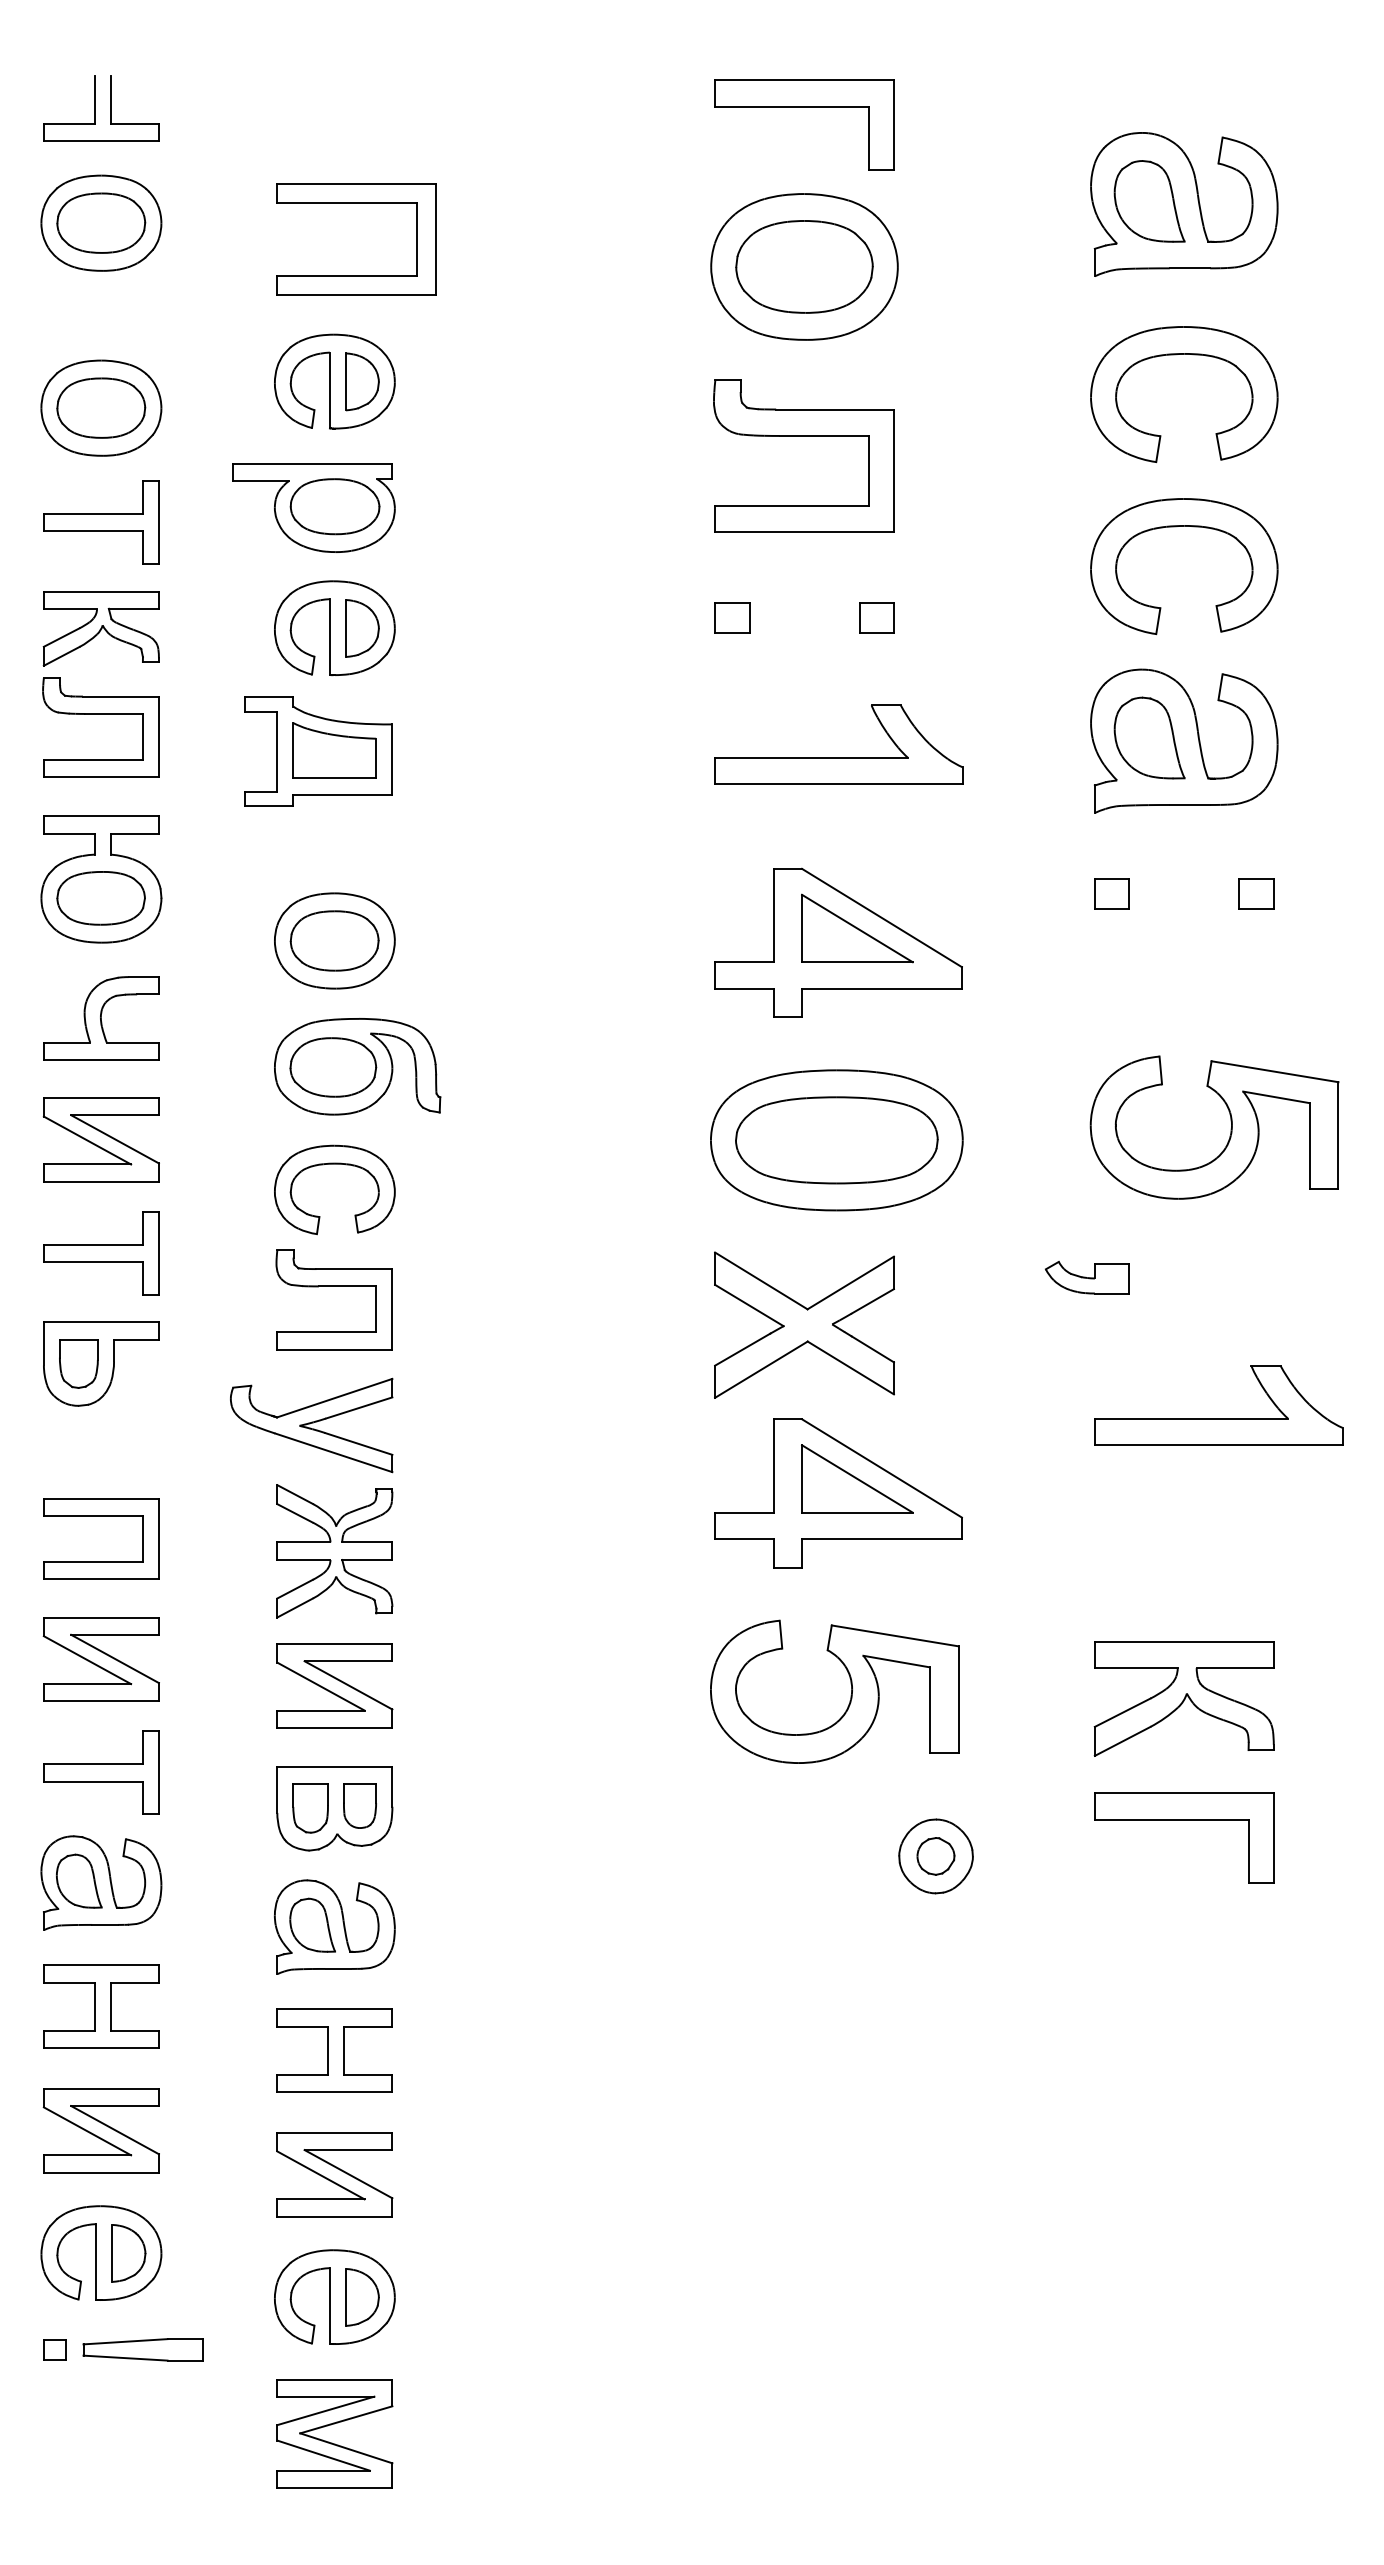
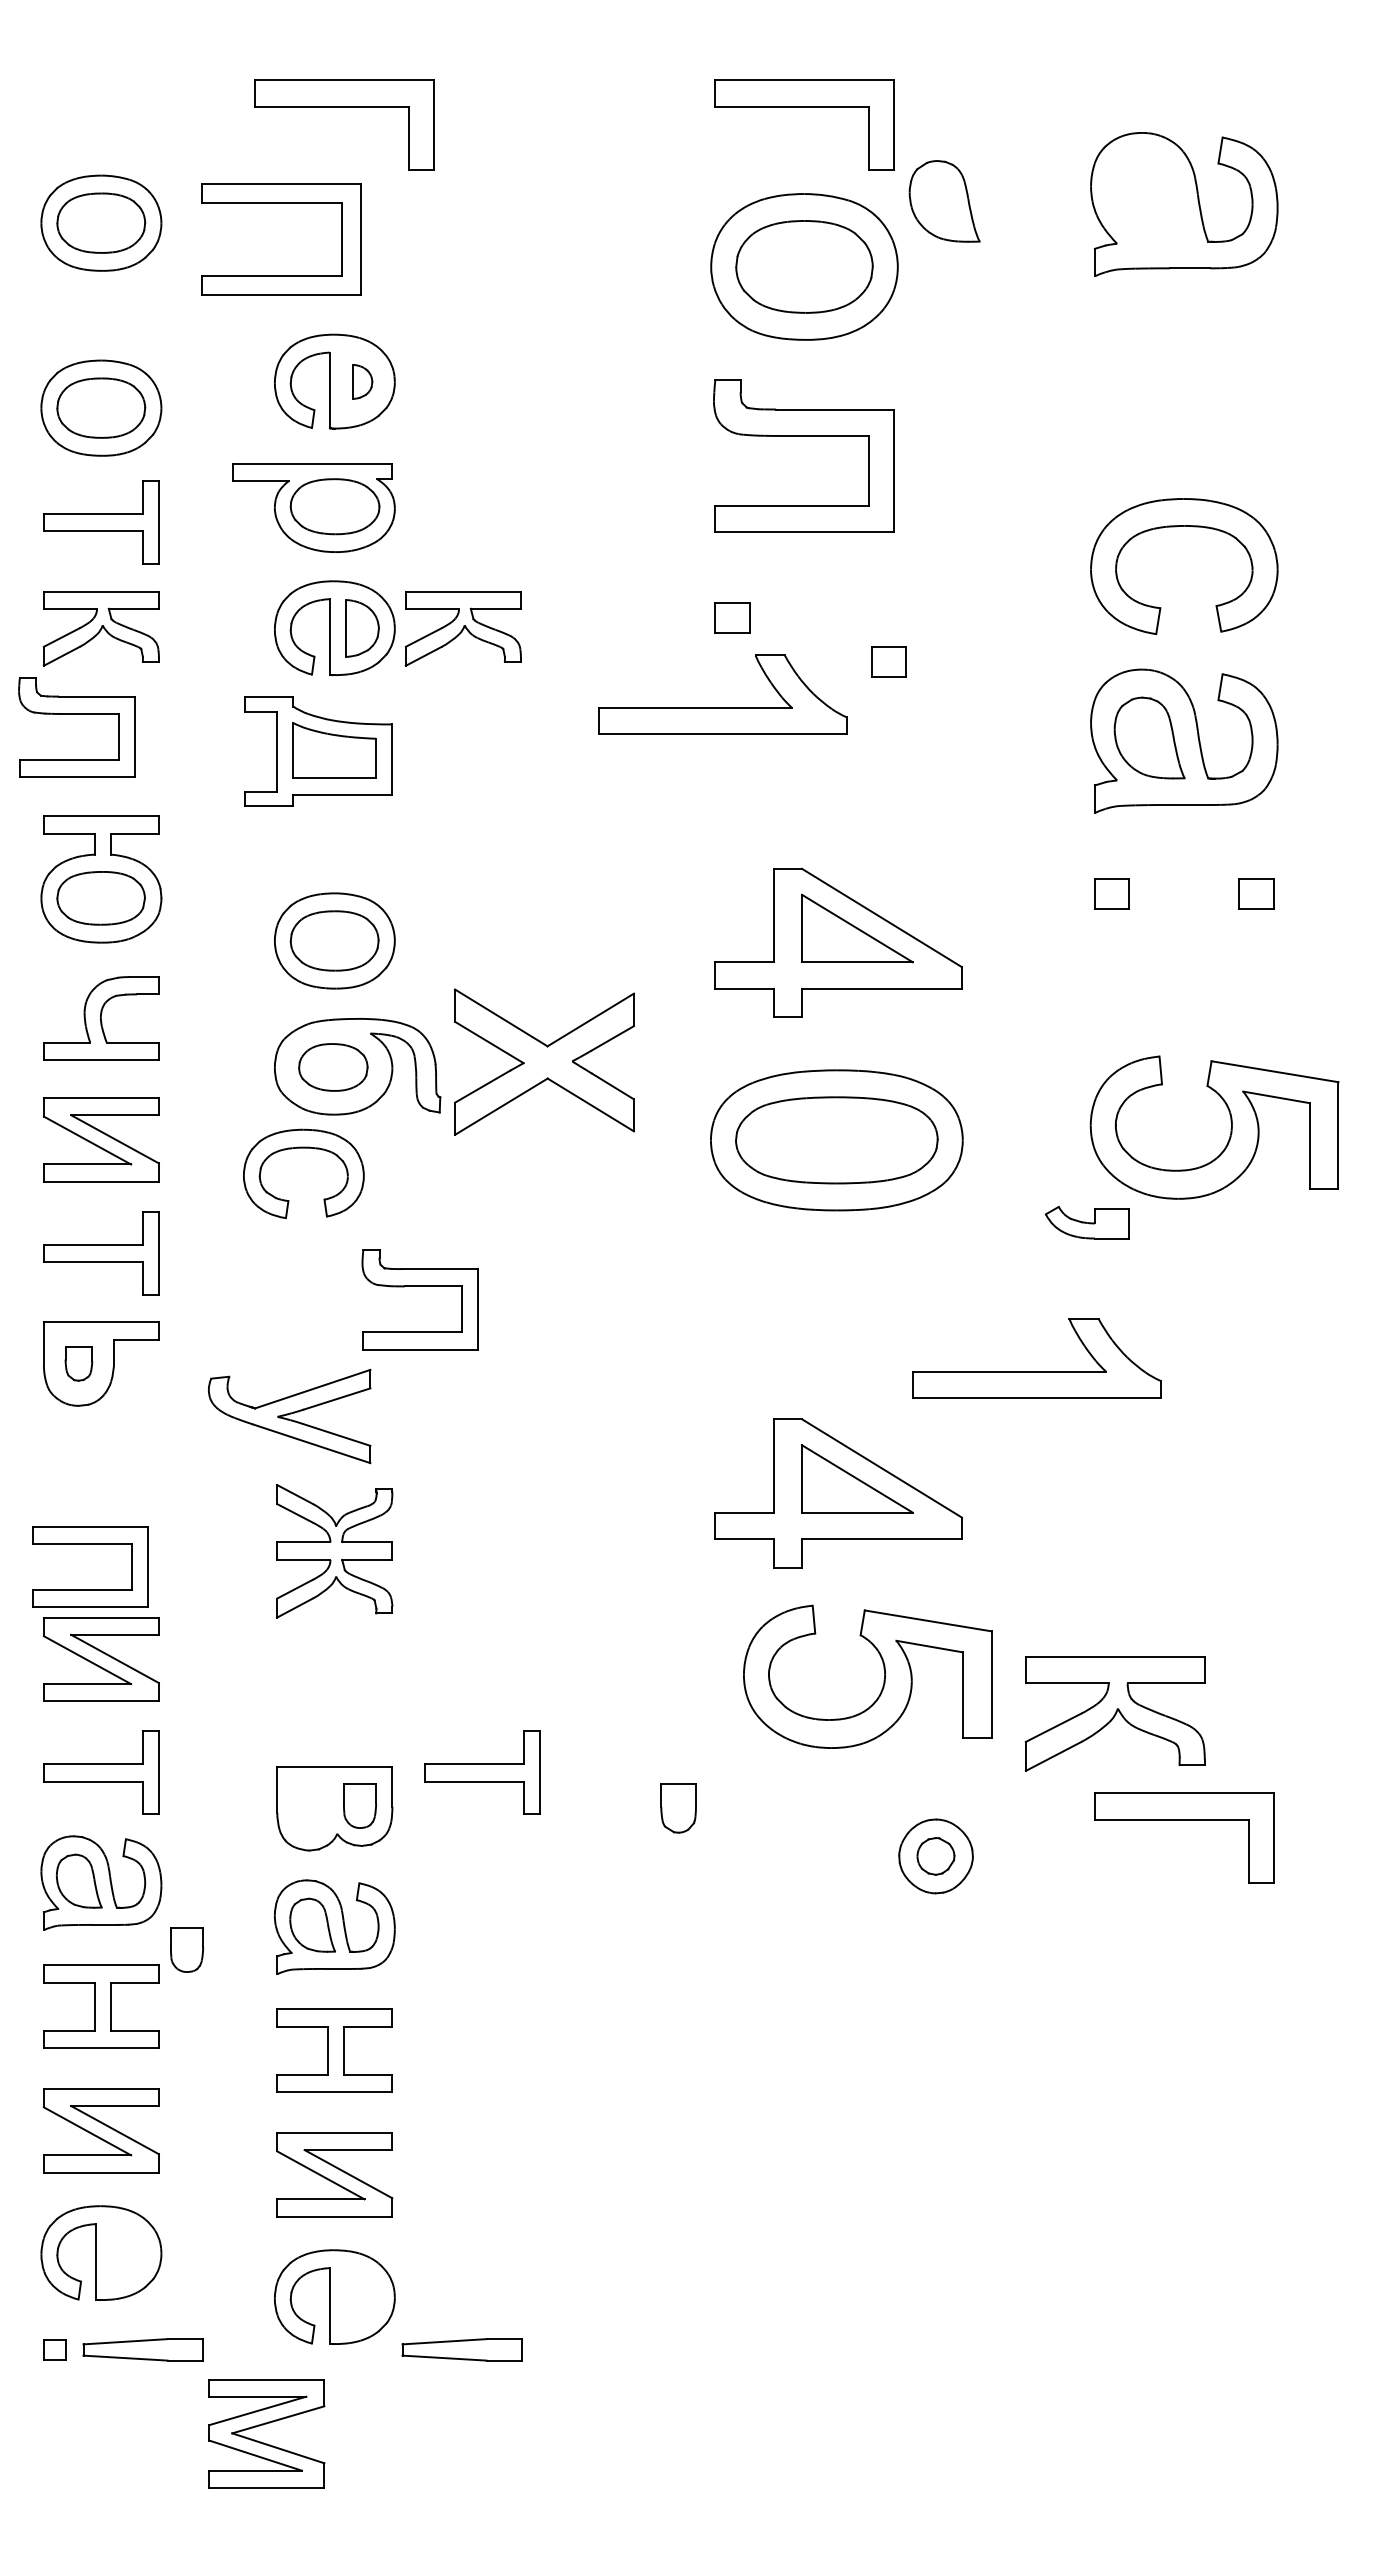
part at (344, 107): none -> present
part at (101, 108): present -> none
part at (1149, 201) position: (1149, 201) -> (944, 201)
part at (356, 203) position: (356, 203) -> (281, 203)
part at (1176, 355): present -> none
part at (362, 381) size: 35x60 px -> 22x36 px
part at (876, 617) position: (876, 617) -> (888, 661)
part at (462, 628): none -> present
part at (100, 714) position: (100, 714) -> (76, 714)
part at (838, 757) position: (838, 757) -> (722, 707)
part at (333, 1067) size: 89x61 px -> 71x49 px
part at (334, 1164) position: (334, 1164) -> (303, 1148)
part at (1087, 1277) position: (1087, 1277) -> (1087, 1222)
part at (333, 1286) position: (333, 1286) -> (419, 1286)
part at (804, 1324) position: (804, 1324) -> (544, 1061)
part at (78, 1363) size: 40x50 px -> 30x36 px
part at (1218, 1418) position: (1218, 1418) -> (1036, 1371)
part at (311, 1425) position: (311, 1425) -> (289, 1416)
part at (101, 1516) position: (101, 1516) -> (90, 1544)
part at (334, 1685): present -> none
part at (850, 1695) position: (850, 1695) -> (883, 1680)
part at (1183, 1698) position: (1183, 1698) -> (1114, 1713)
part at (482, 1772): none -> present
part at (310, 1808) position: (310, 1808) -> (678, 1808)
part at (186, 1949): none -> present
part at (128, 2253): present -> none
part at (362, 2297): present -> none
part at (461, 2349): none -> present
part at (331, 2425) position: (331, 2425) -> (263, 2425)
